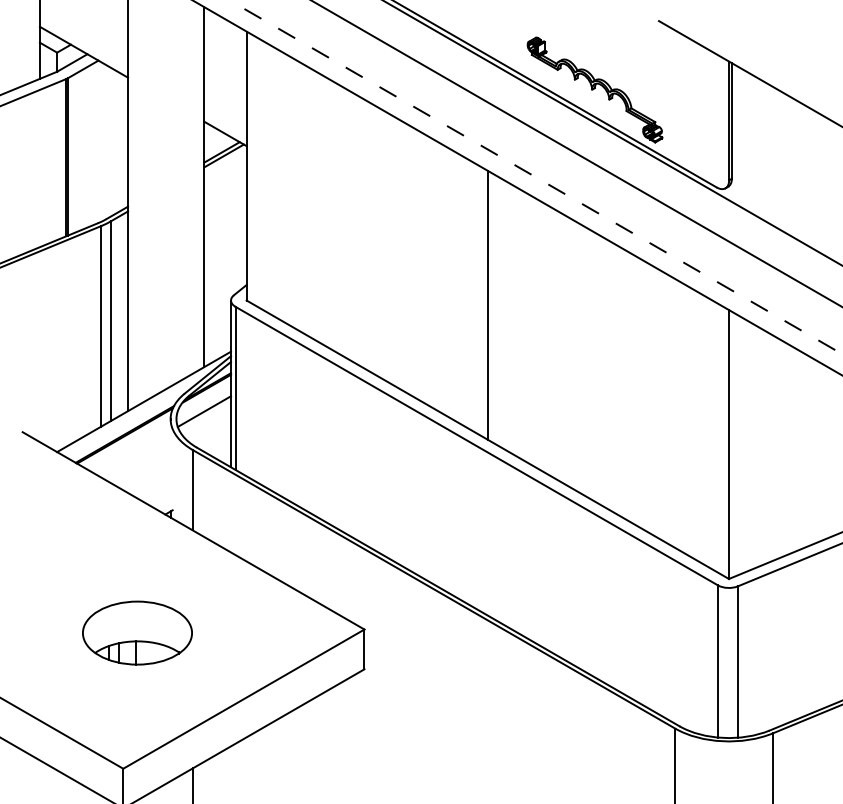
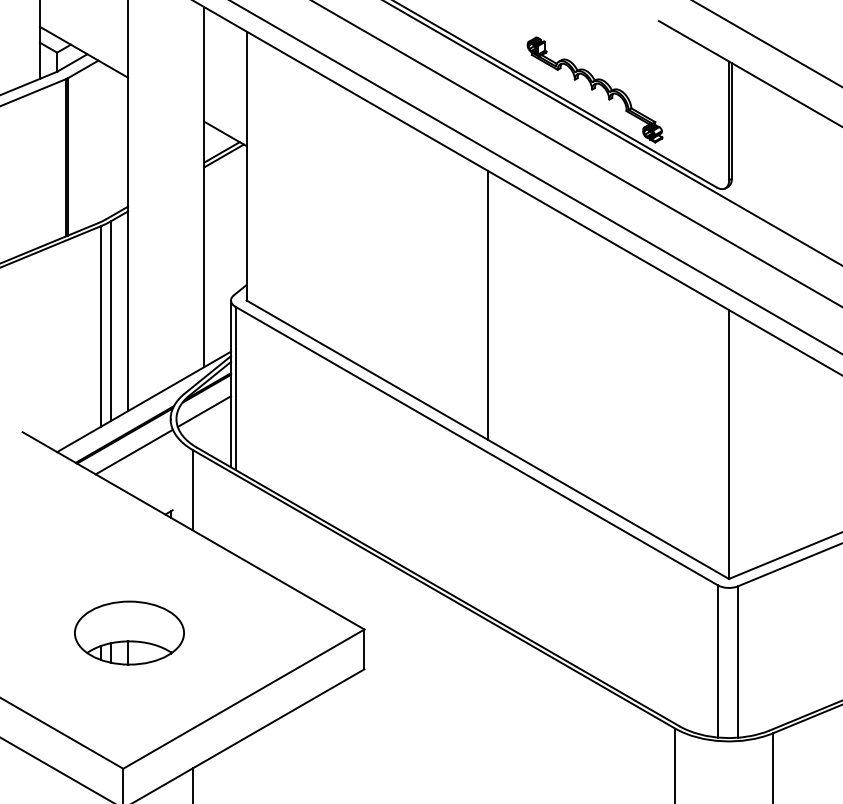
line at (767, 43): none -> present
line at (536, 177): dashed -> solid
line at (133, 451): none -> present
part at (137, 632) position: (137, 632) -> (129, 632)
